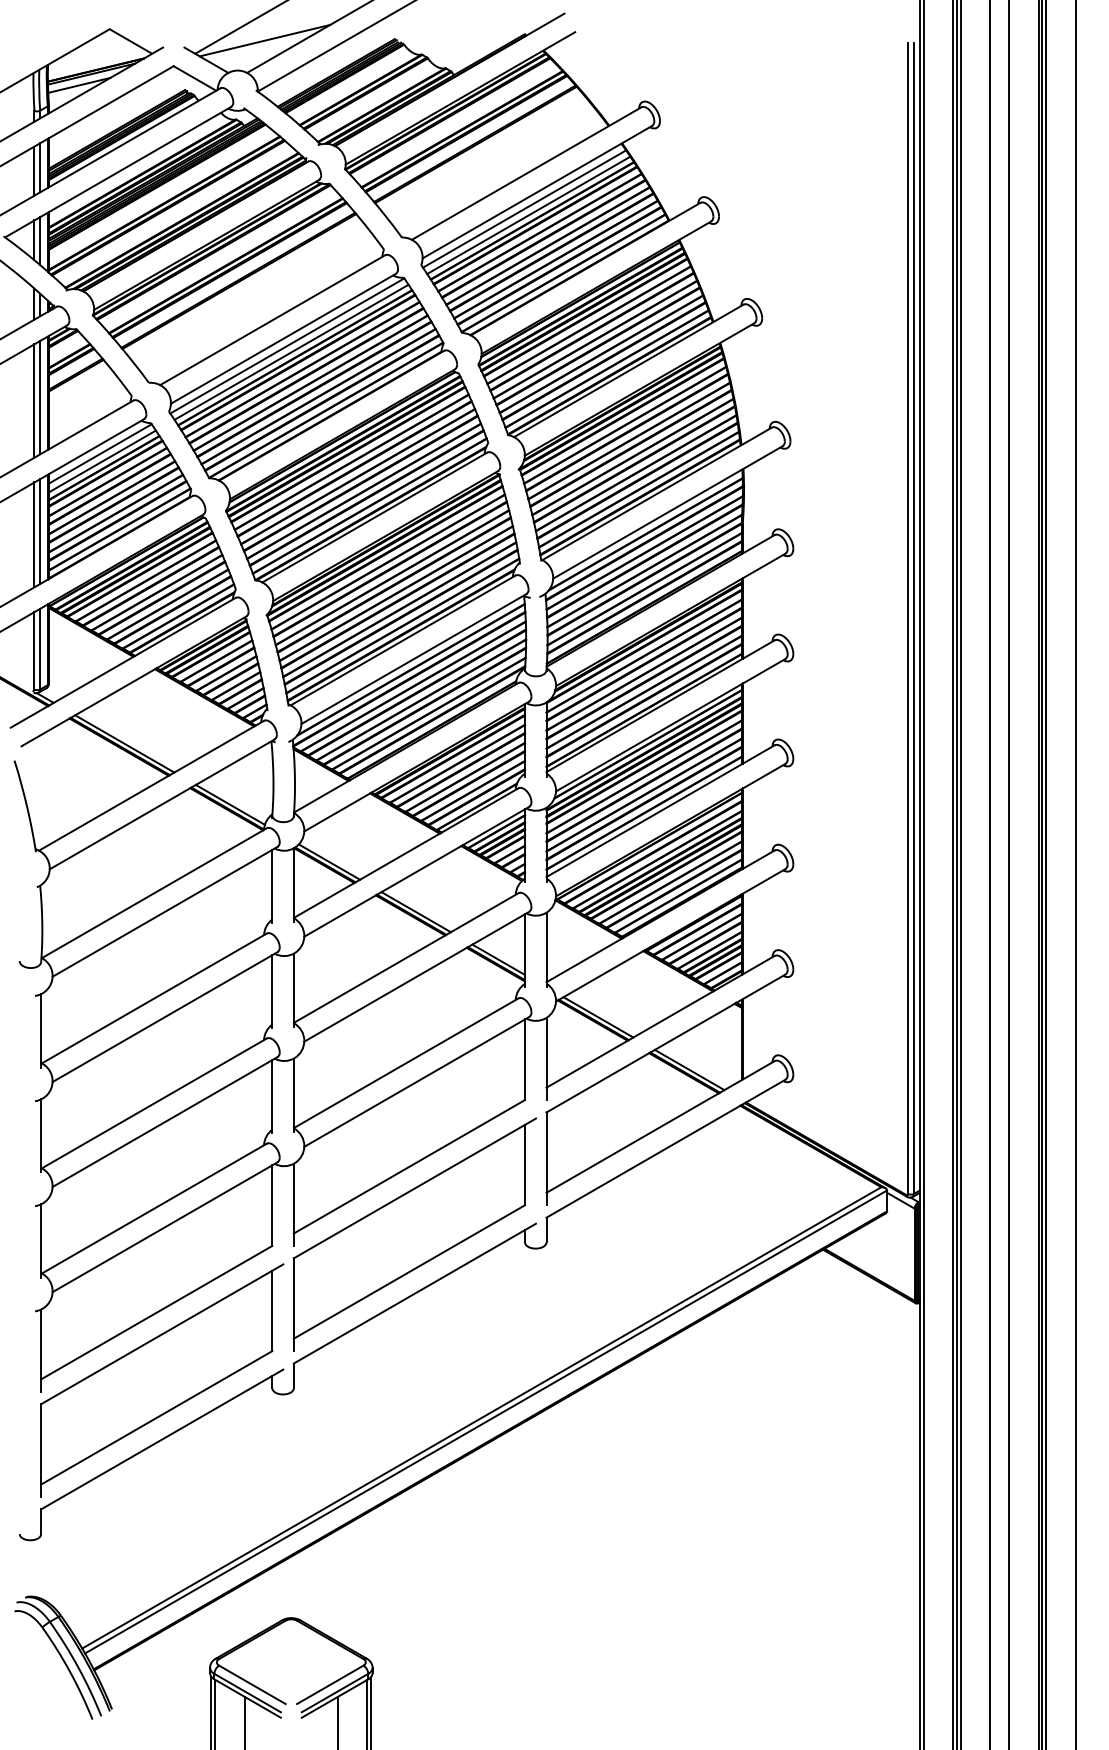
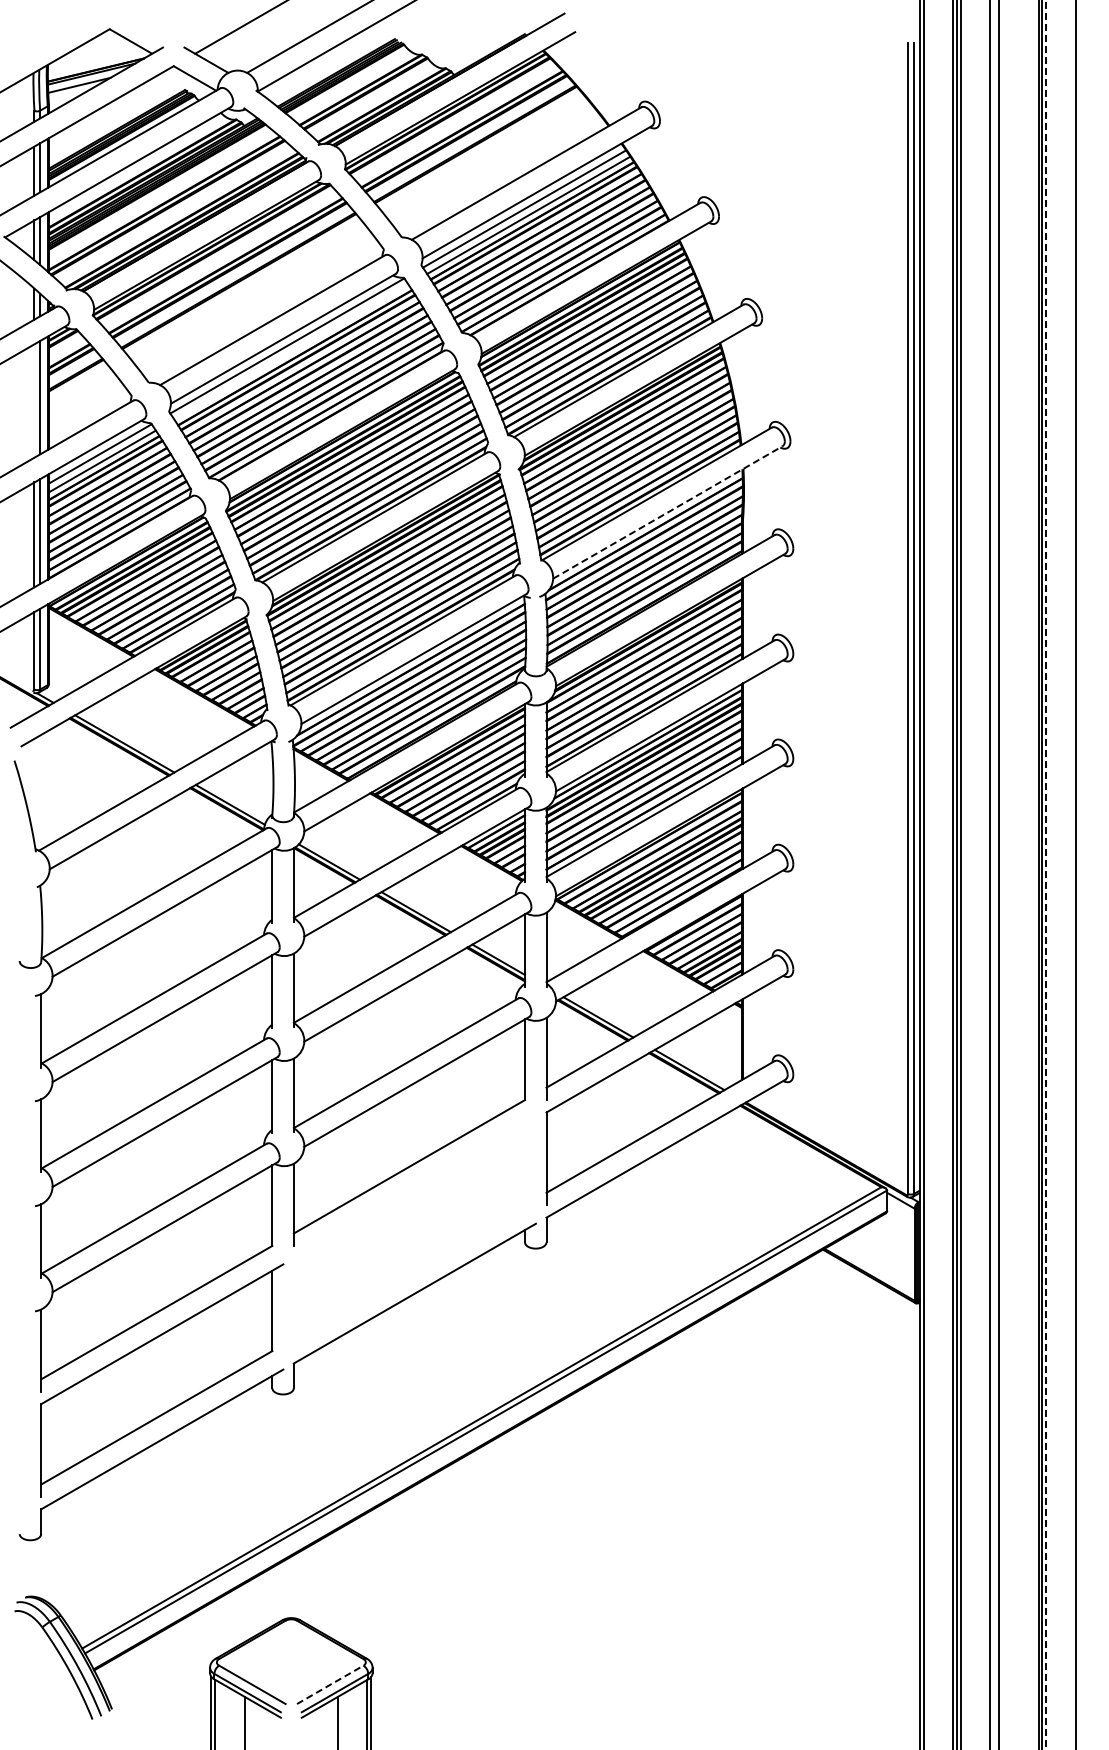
line at (264, 40): present -> none
line at (291, 351): present -> none
line at (34, 400): present -> none
line at (668, 512): solid -> dashed
line at (1009, 874) position: (1009, 874) -> (999, 874)
line at (1046, 875): solid -> dashed
part at (414, 1234): present -> none
line at (330, 1684): solid -> dashed
